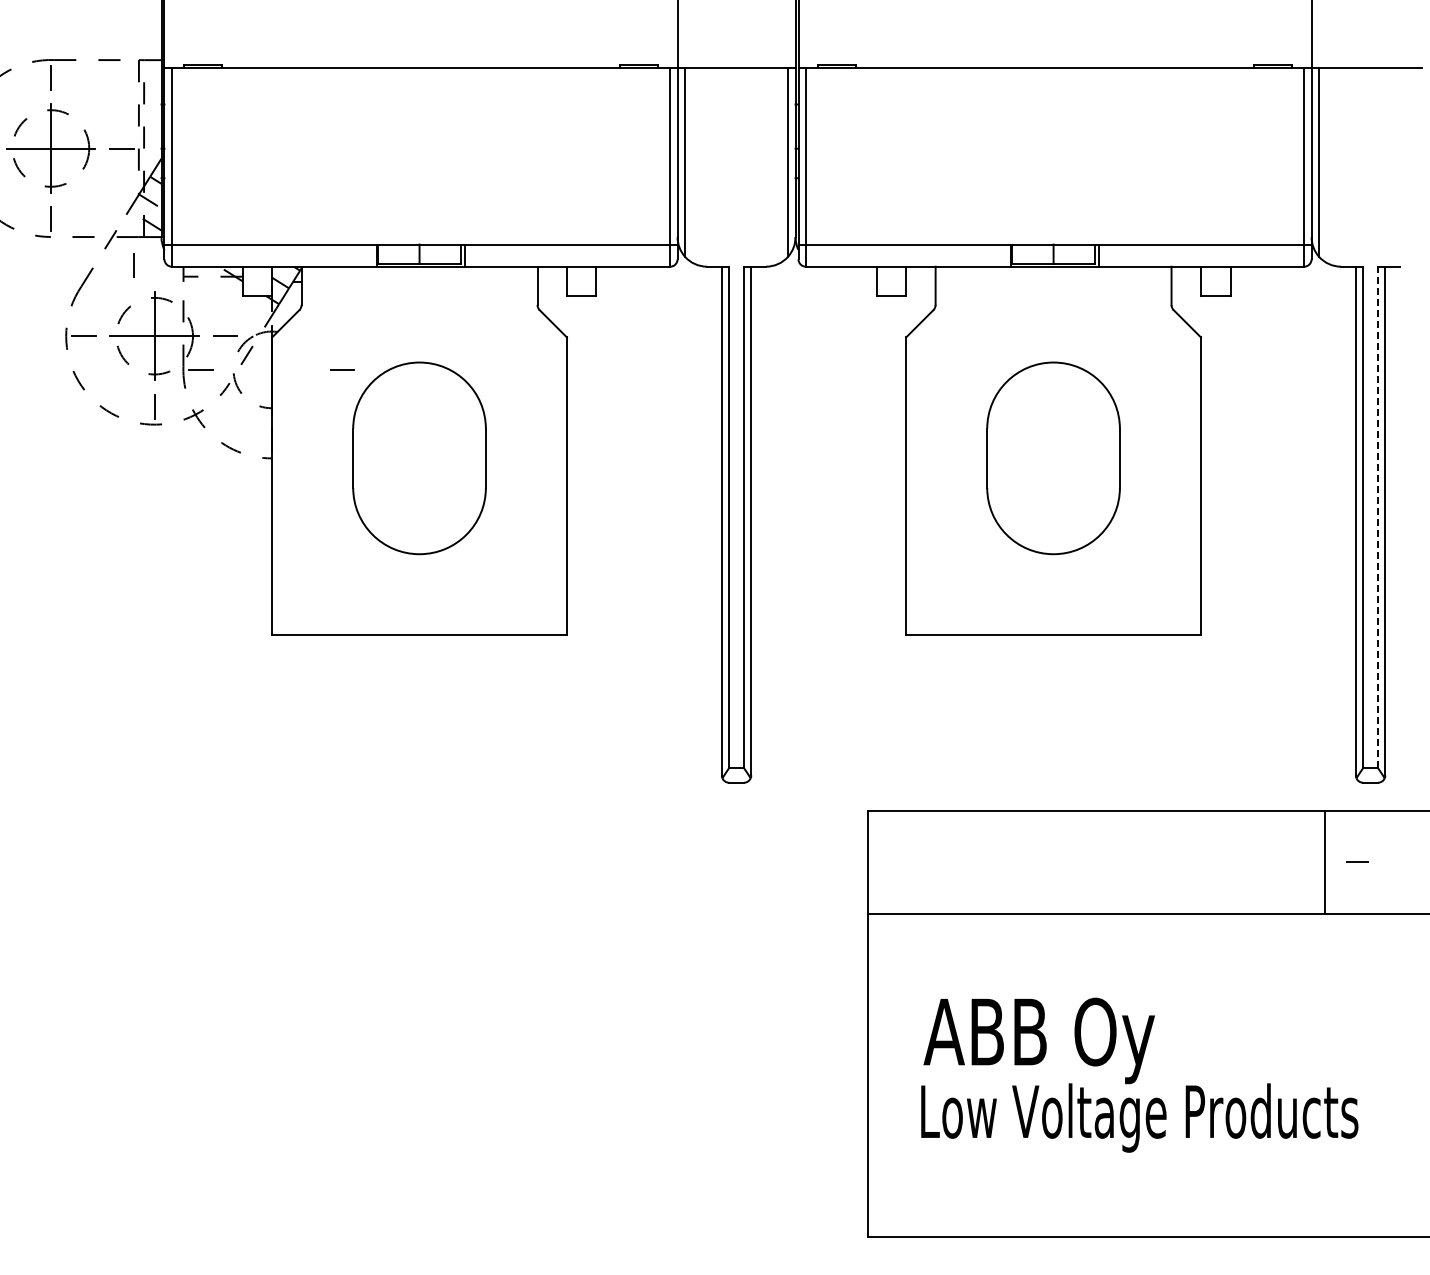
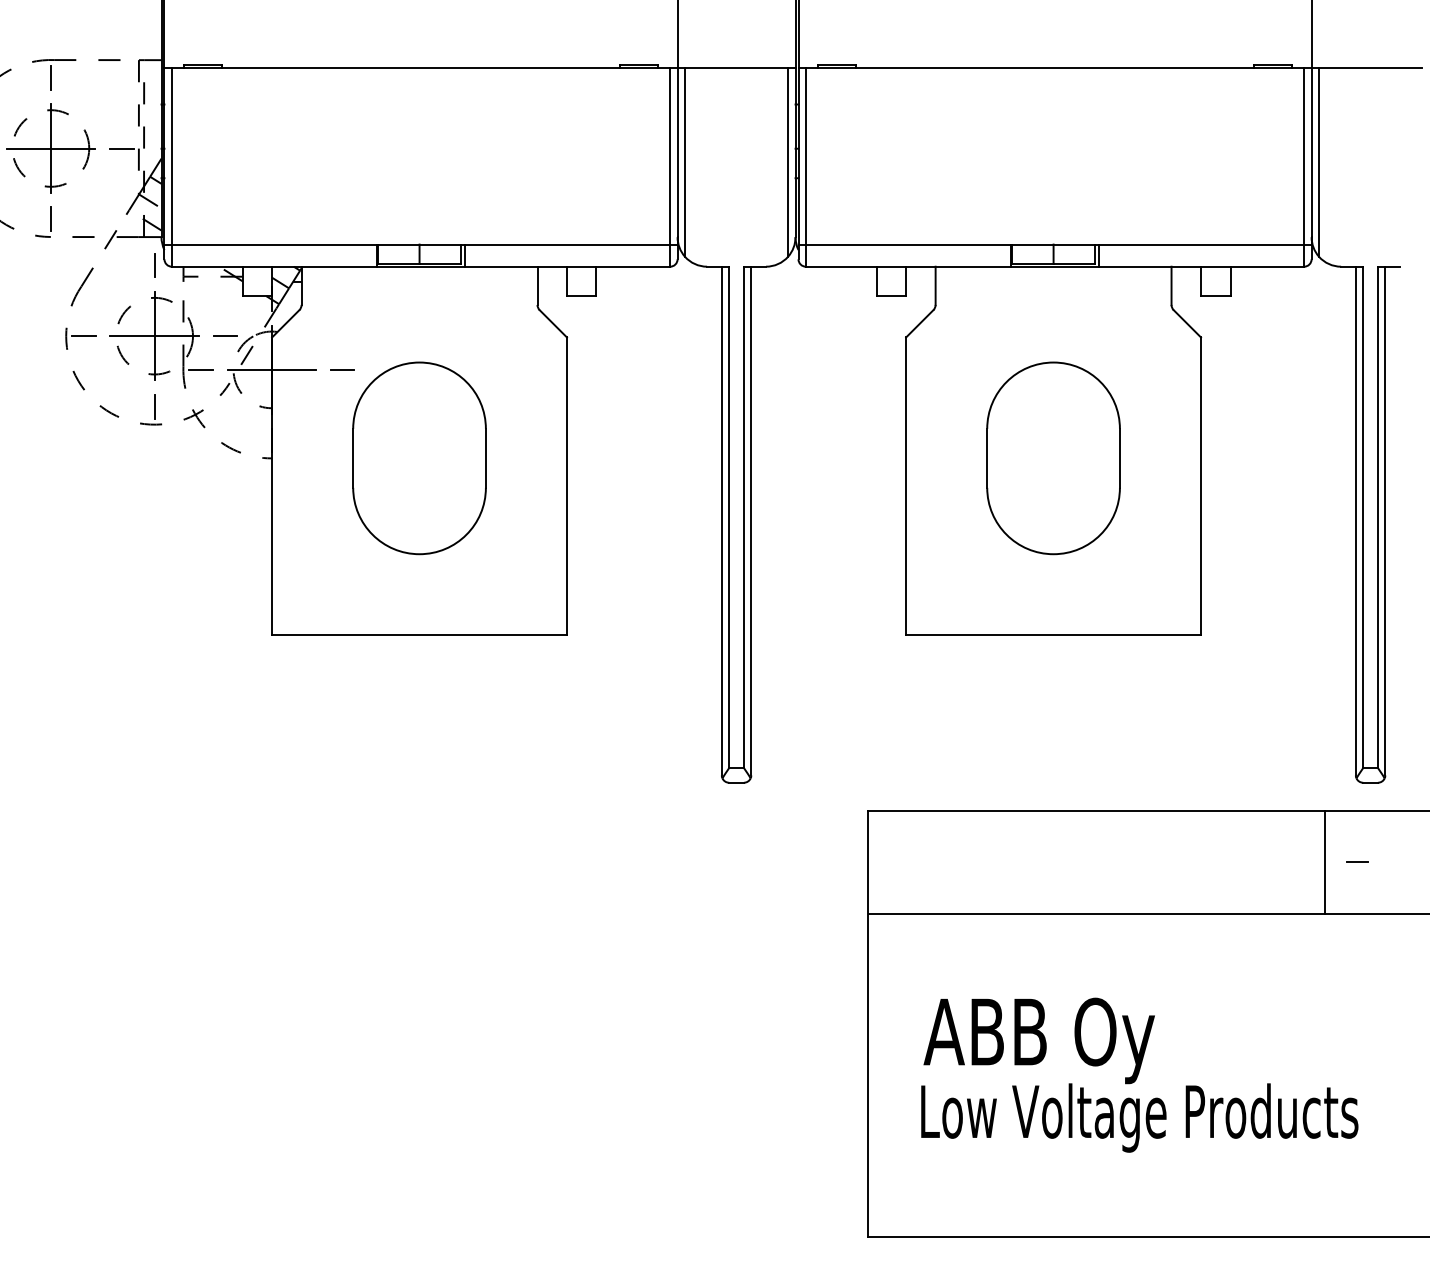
line at (133, 265) position: (133, 265) -> (154, 265)
line at (271, 369): none -> present
line at (1377, 517): dashed -> solid
